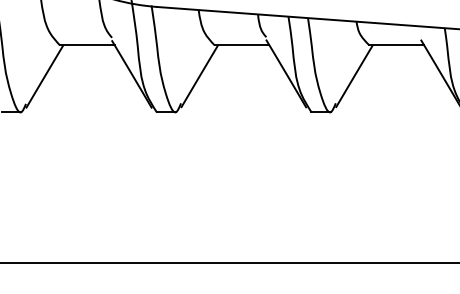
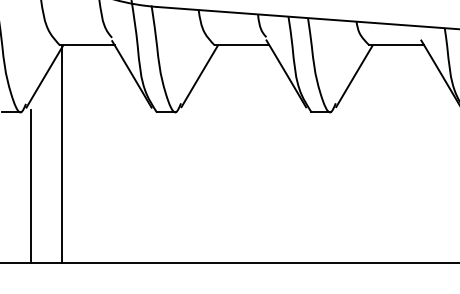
line at (62, 154): none -> present
line at (31, 185): none -> present
